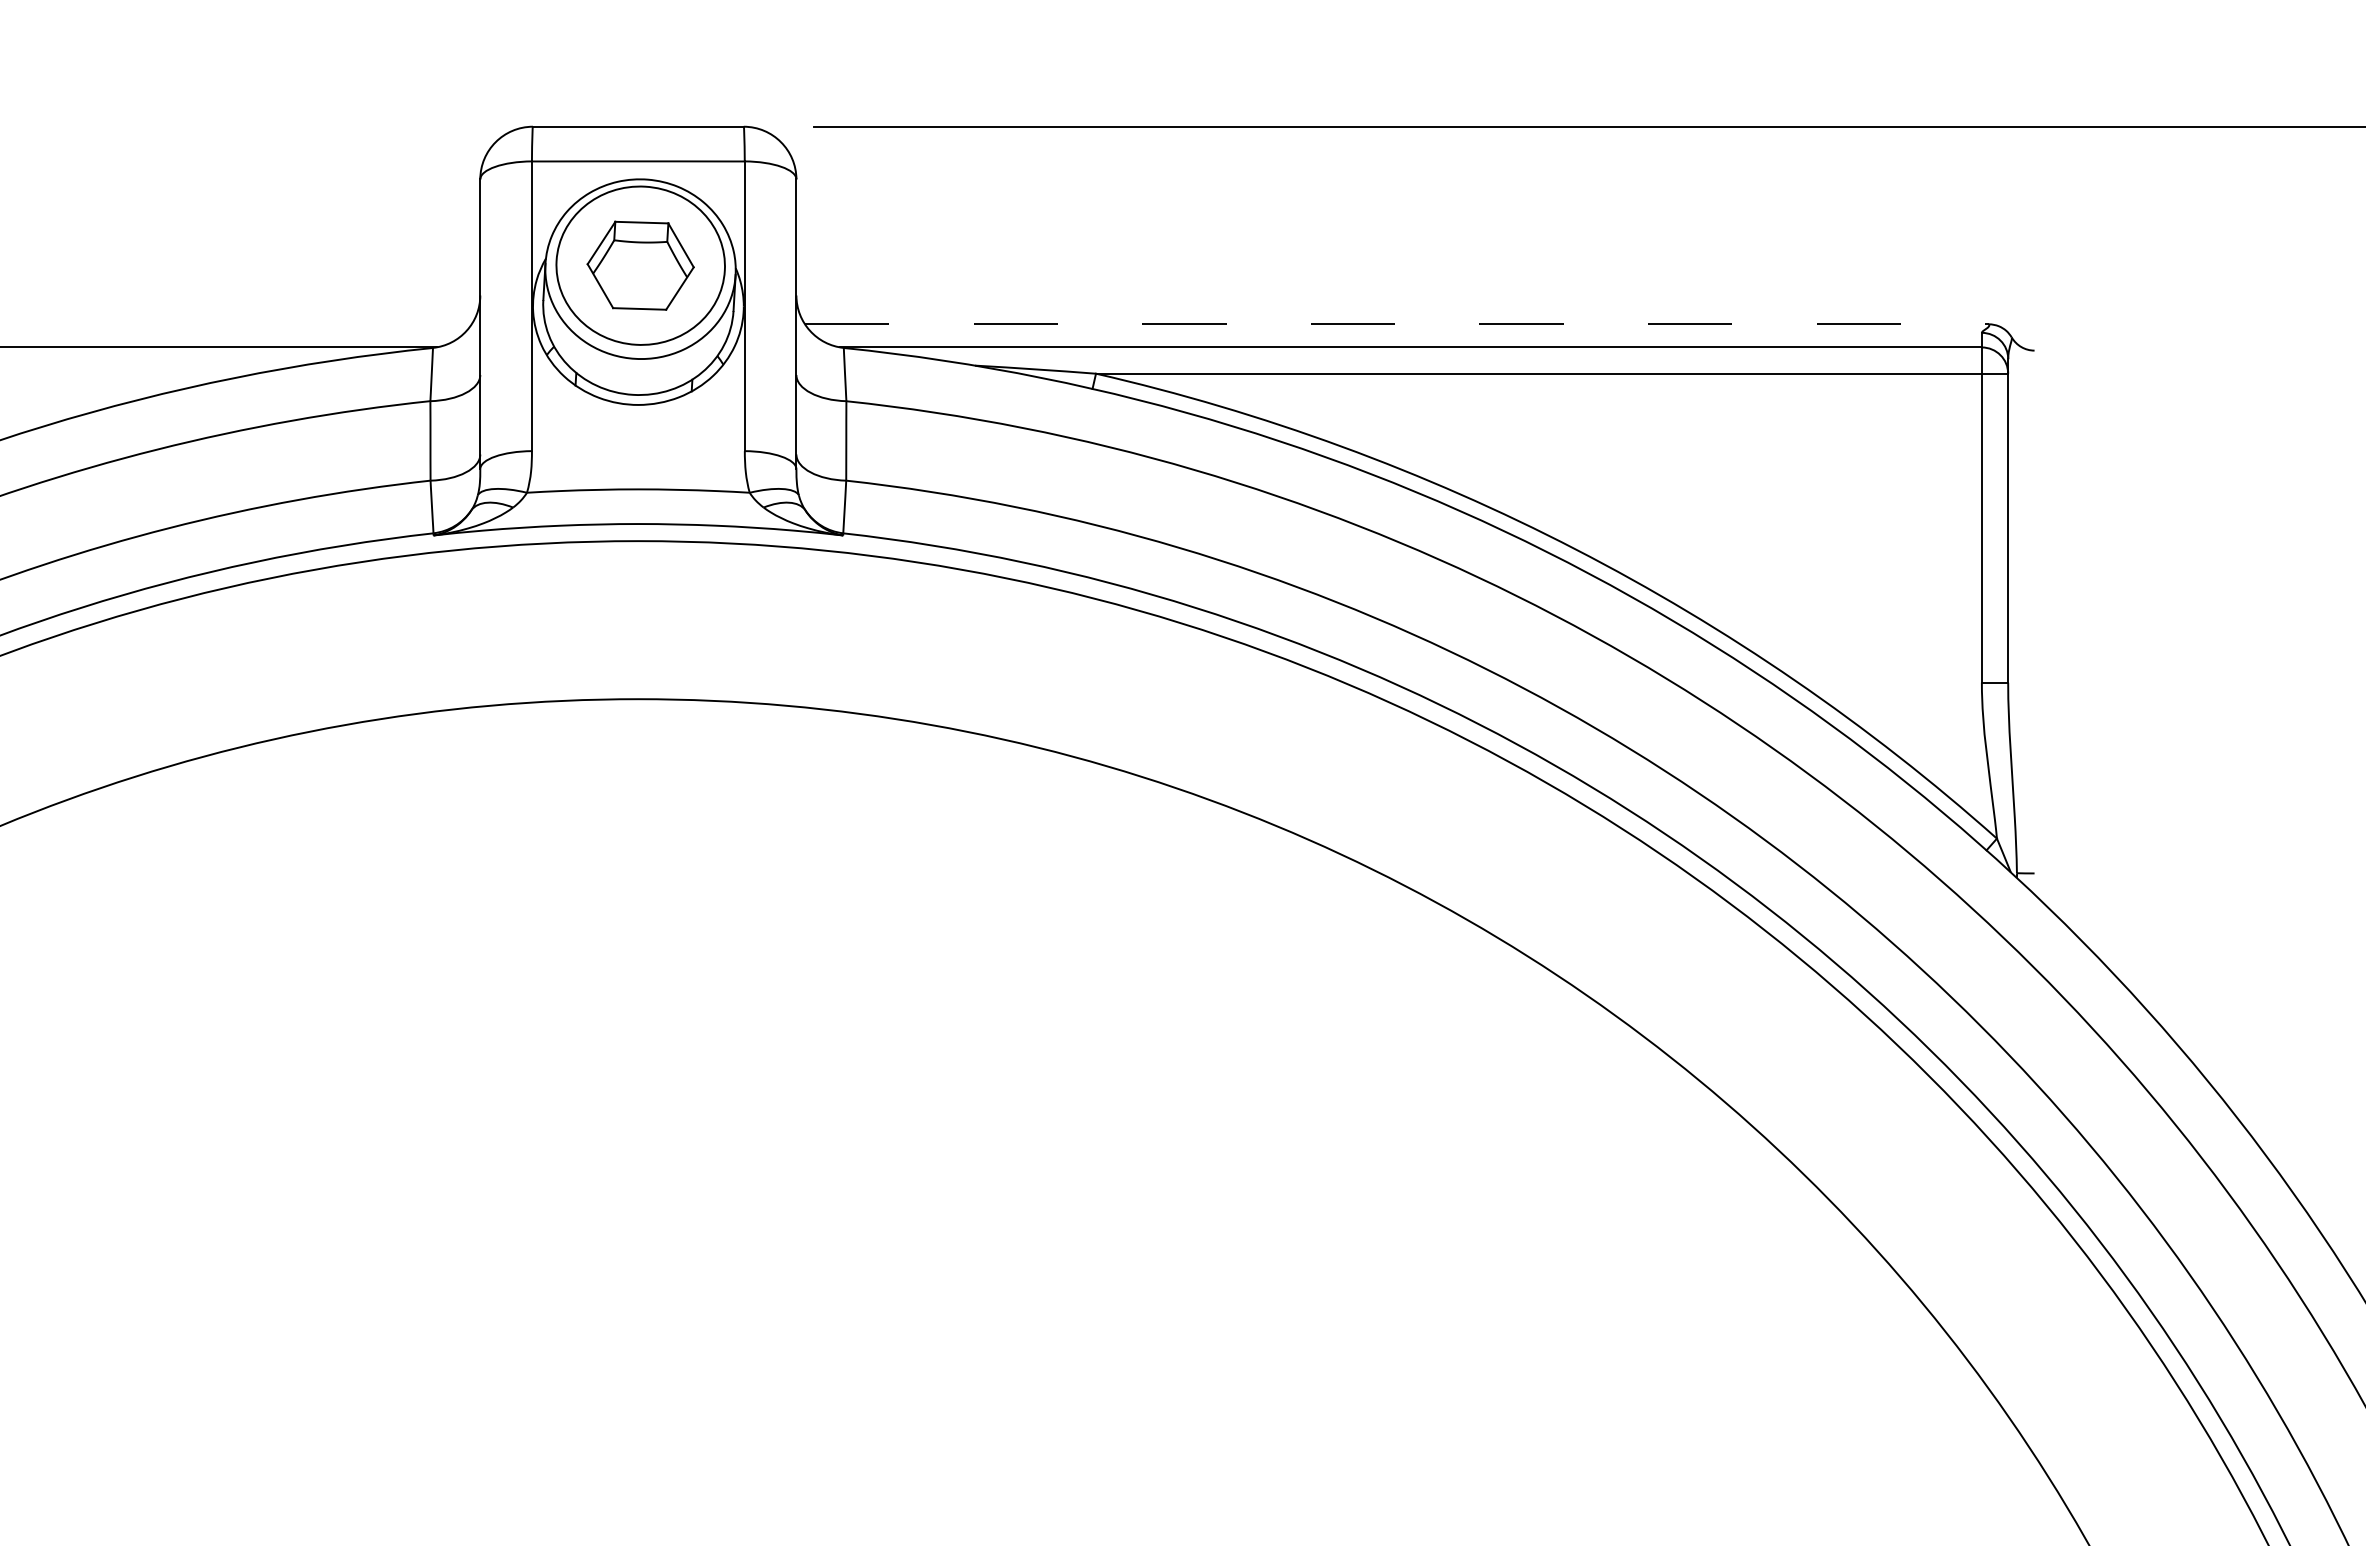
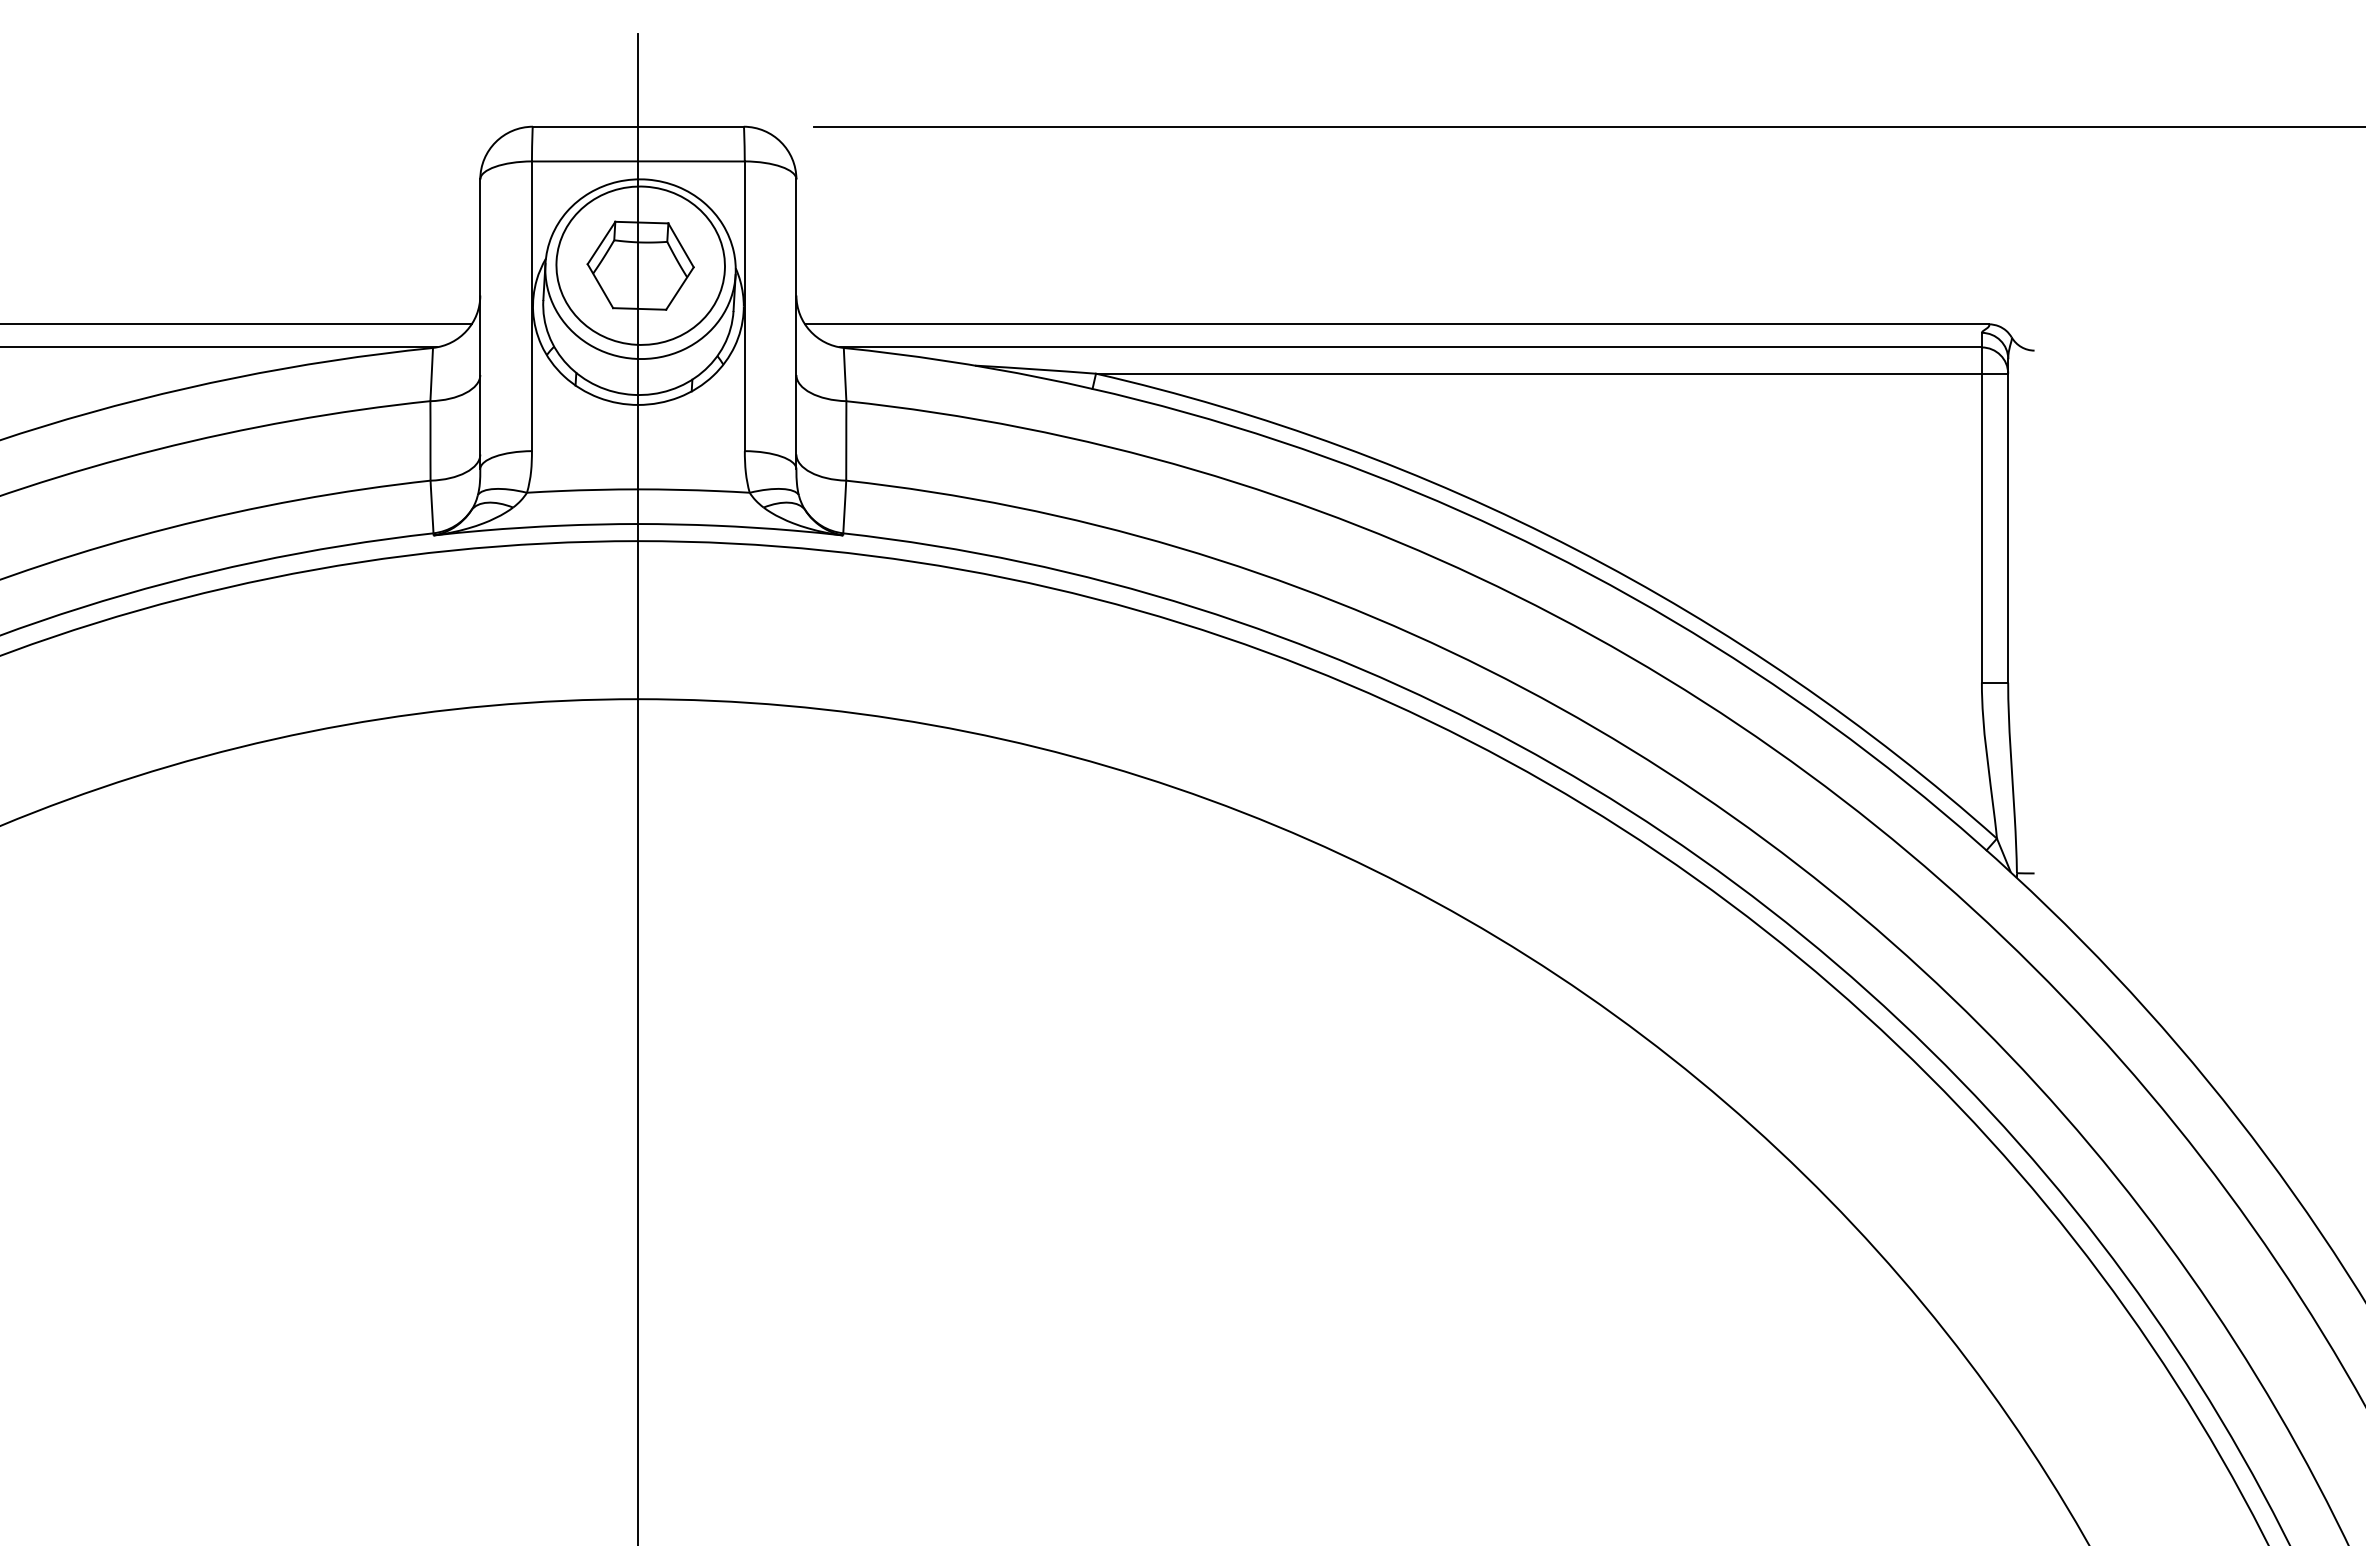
line at (236, 324): none -> present
line at (1396, 324): dashed -> solid
line at (638, 787): none -> present
